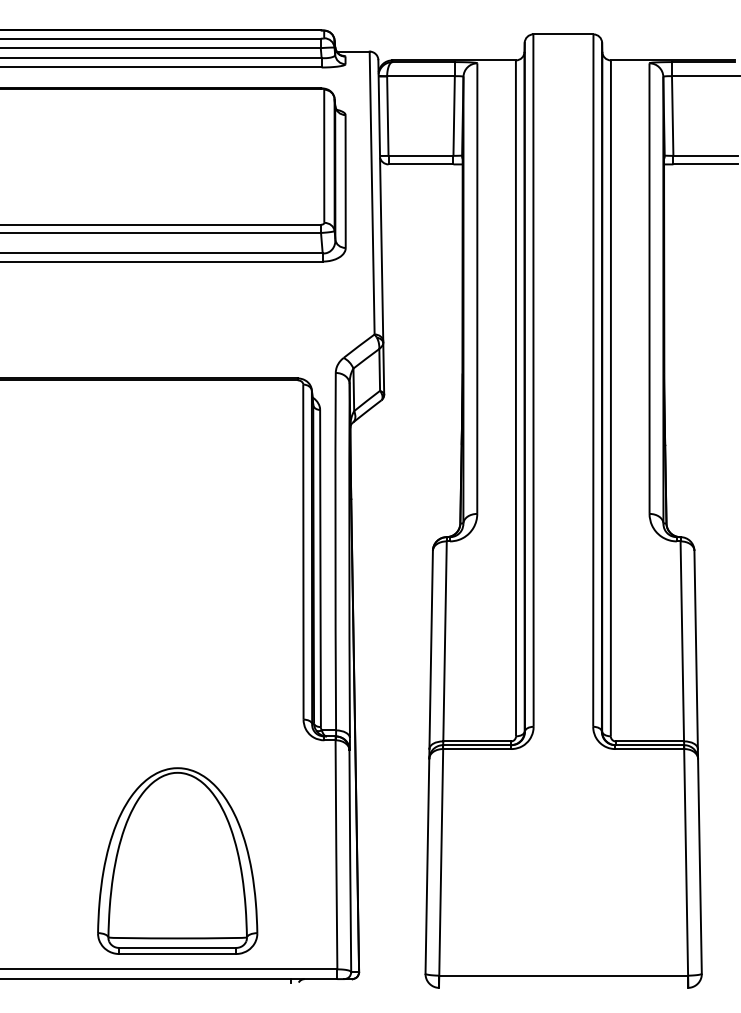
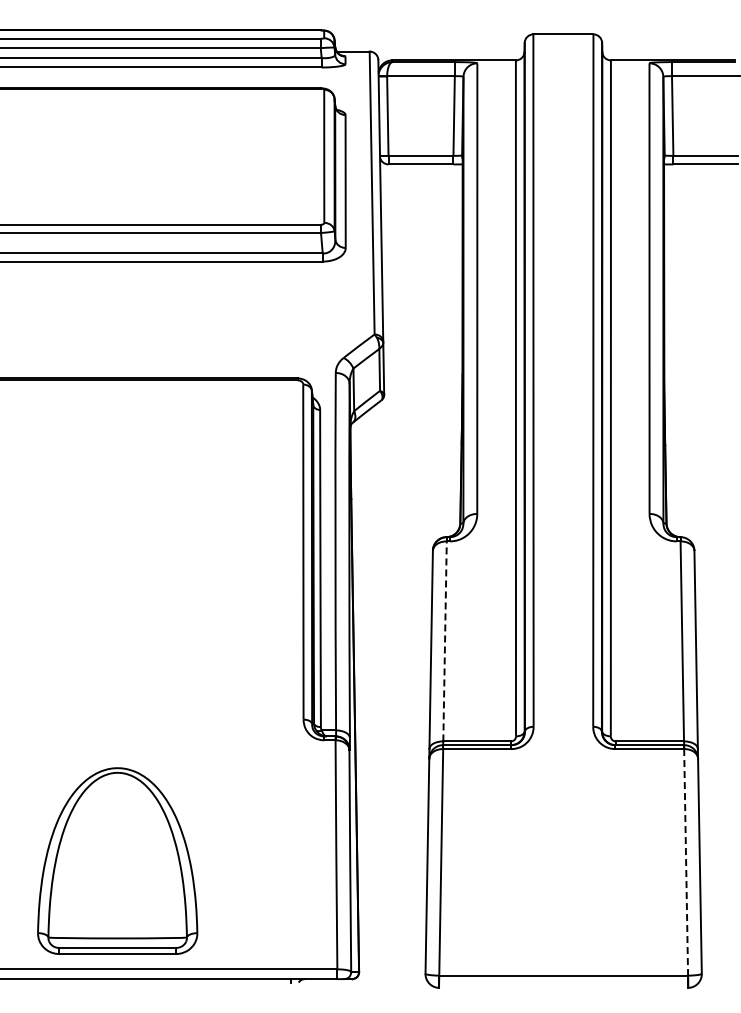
line at (445, 640): solid -> dashed
part at (177, 860) position: (177, 860) -> (117, 860)
line at (686, 862): solid -> dashed
